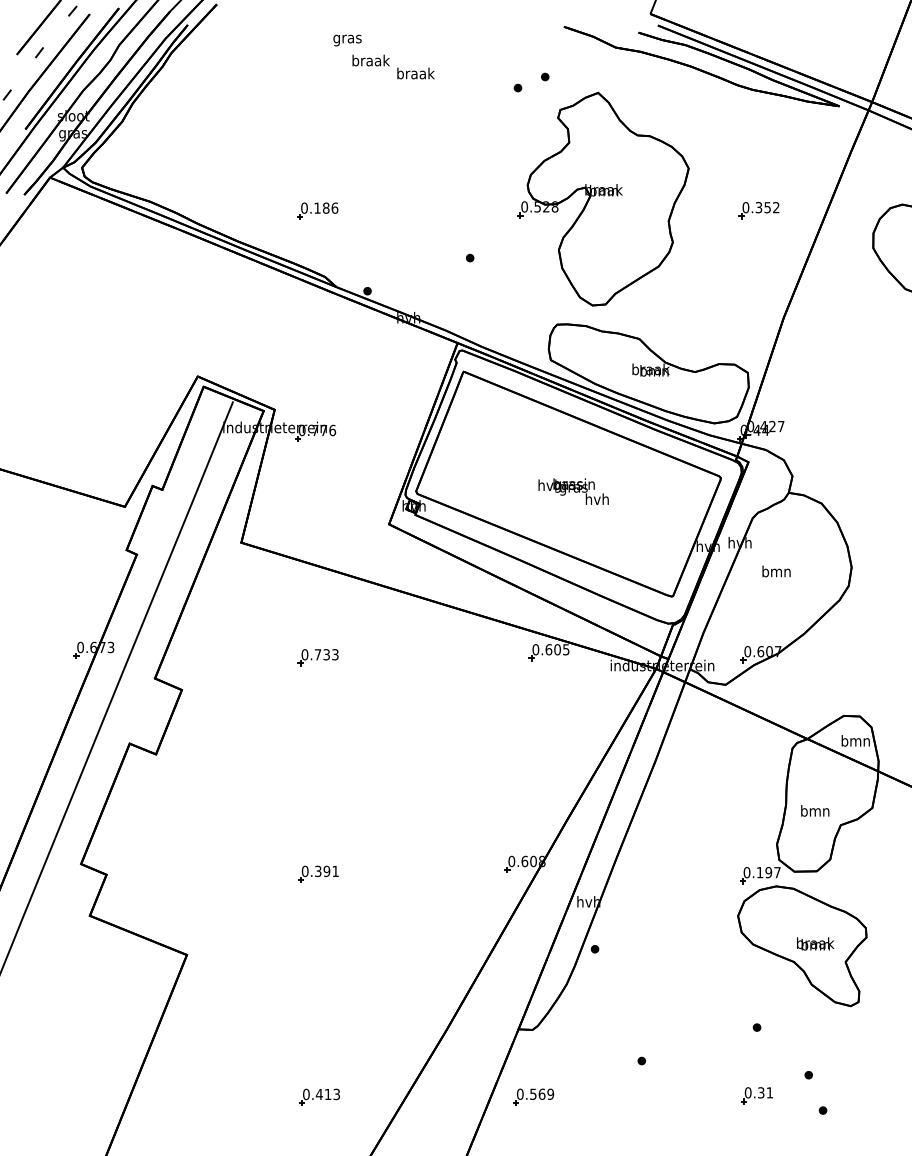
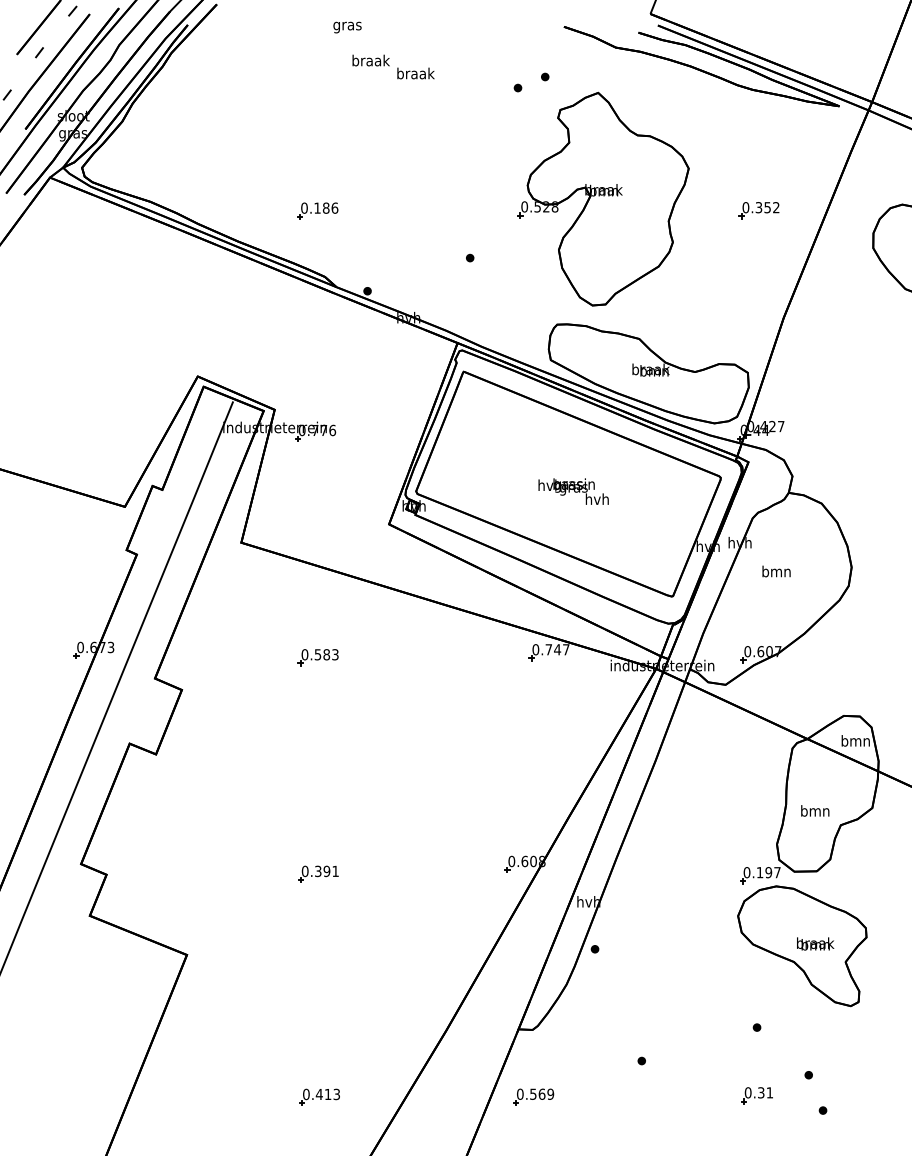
text at (347, 40) position: (347, 40) -> (347, 27)
text at (557, 649): 0.605 -> 0.747
text at (322, 654): 0.733 -> 0.583
